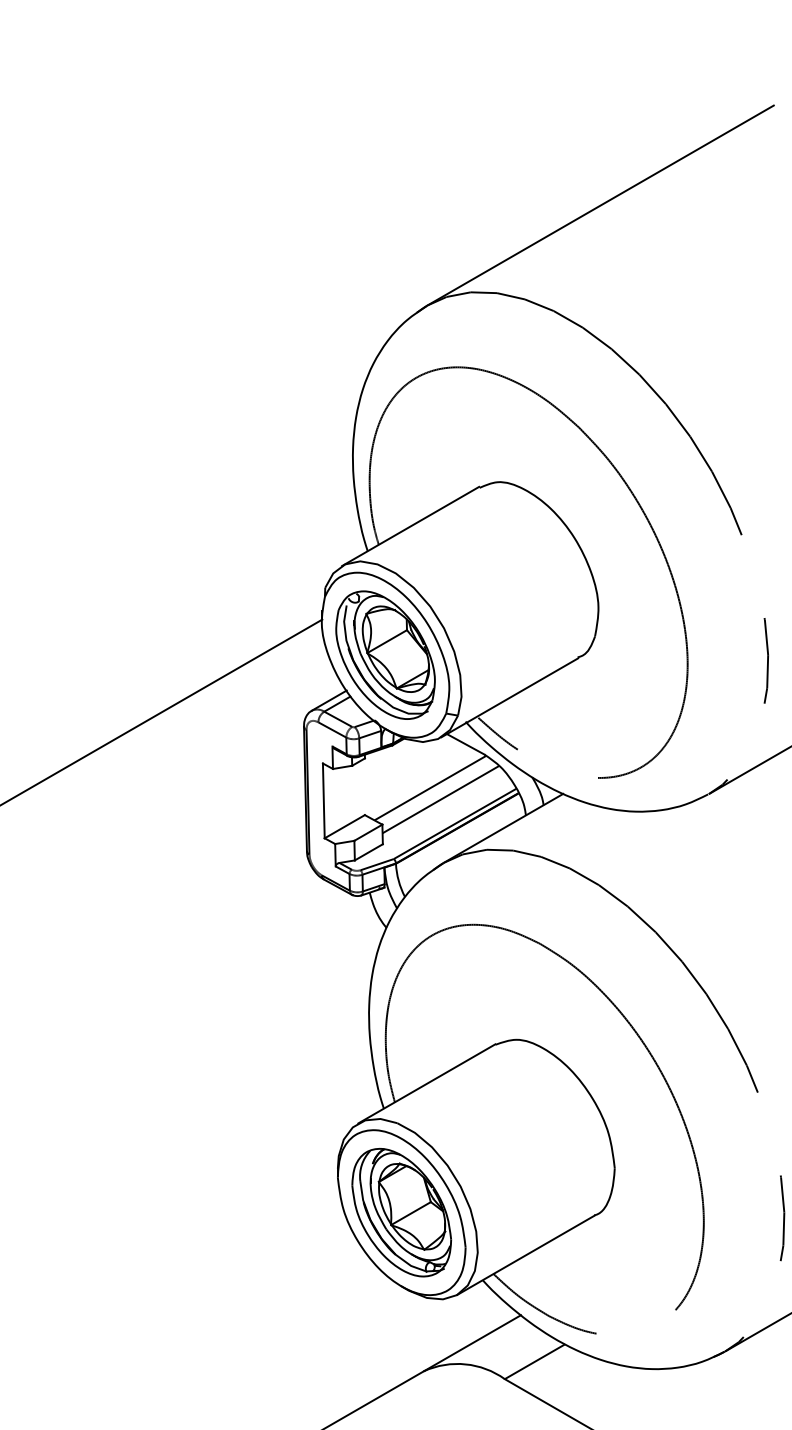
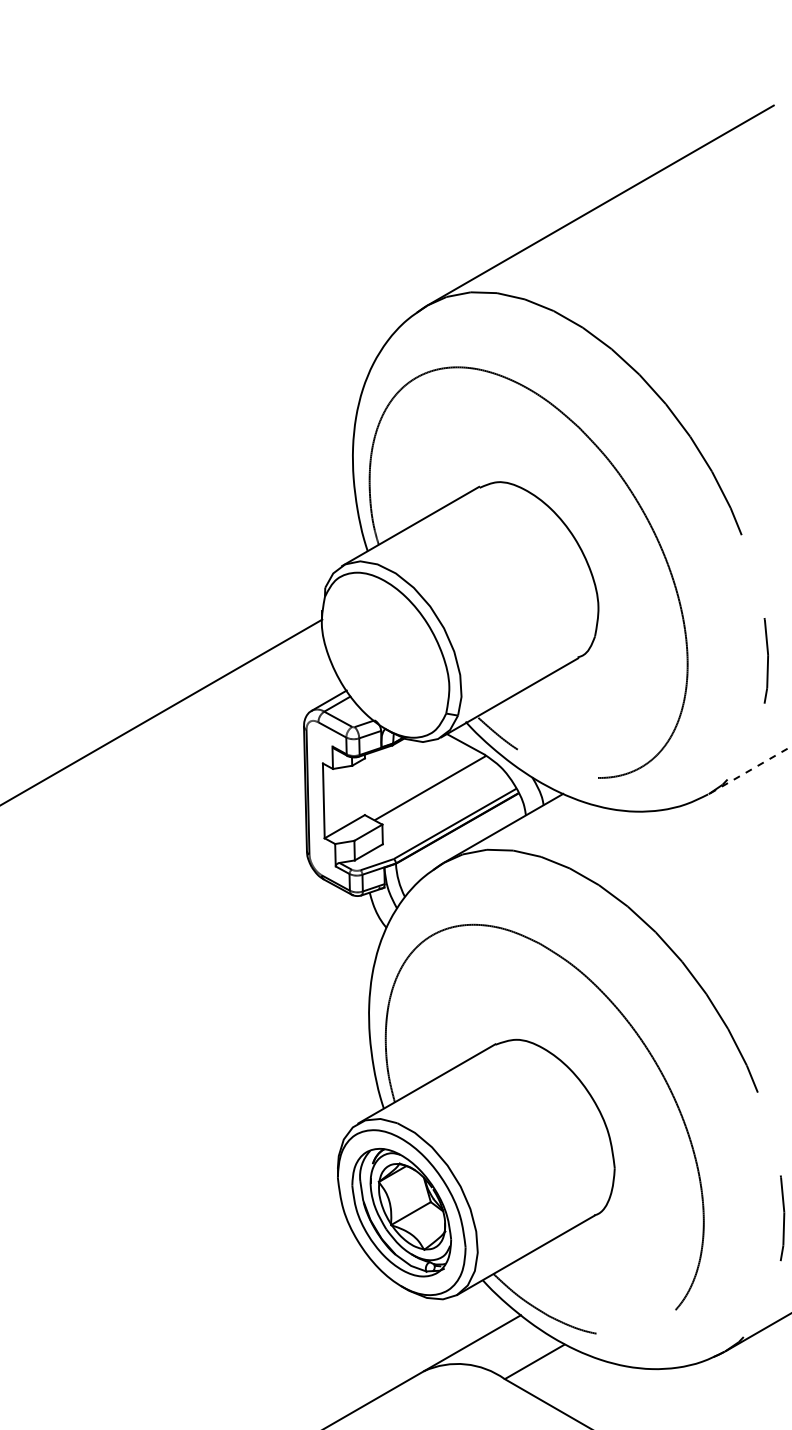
part at (385, 654): present -> none
line at (751, 769): solid -> dashed
line at (440, 799): present -> none
